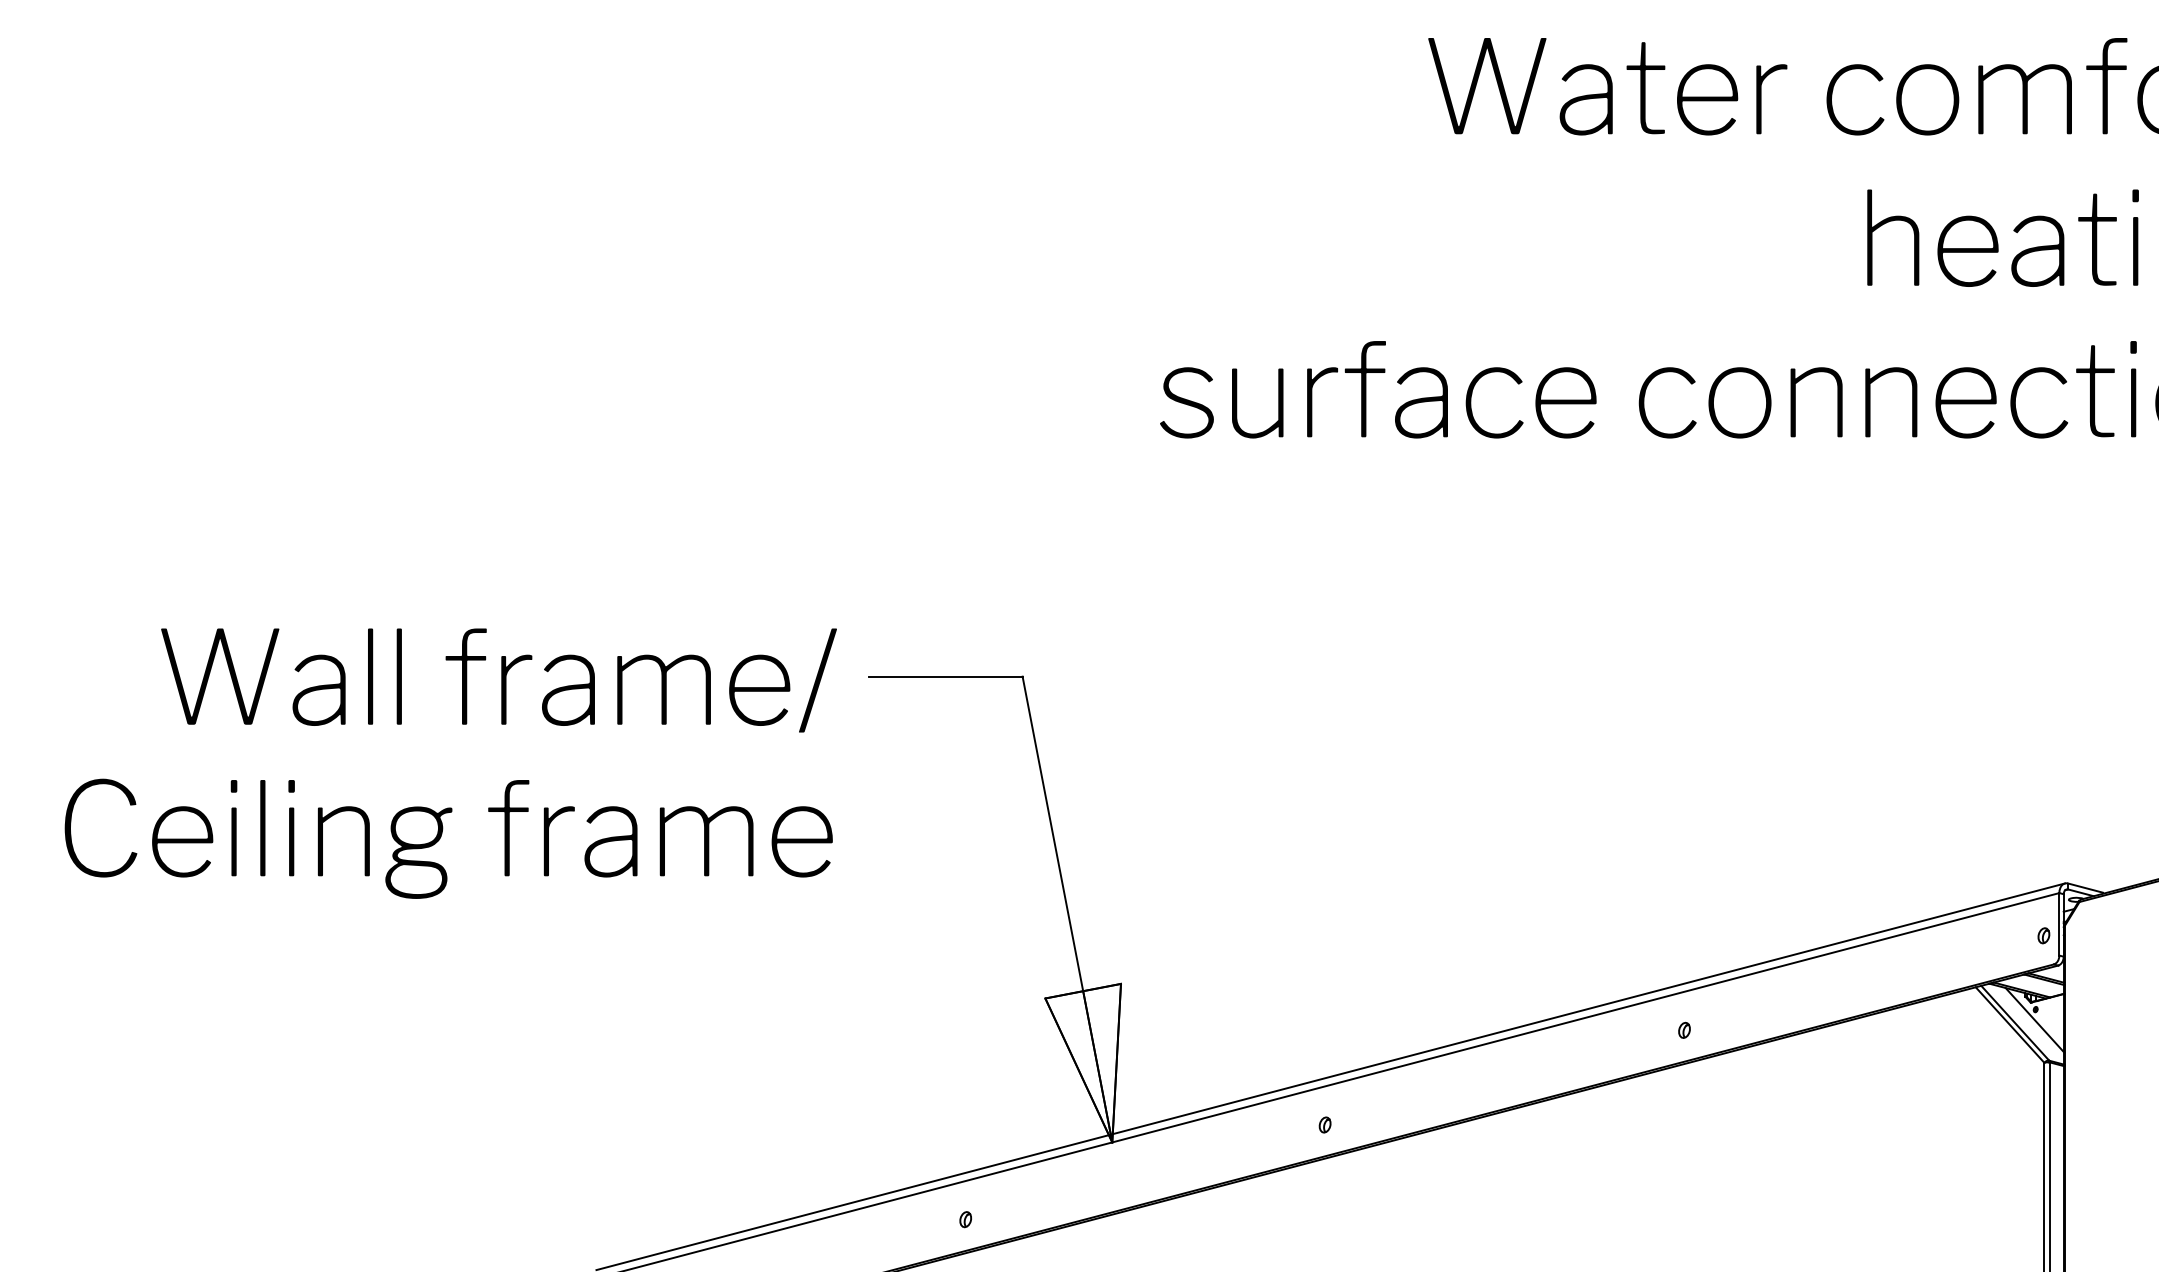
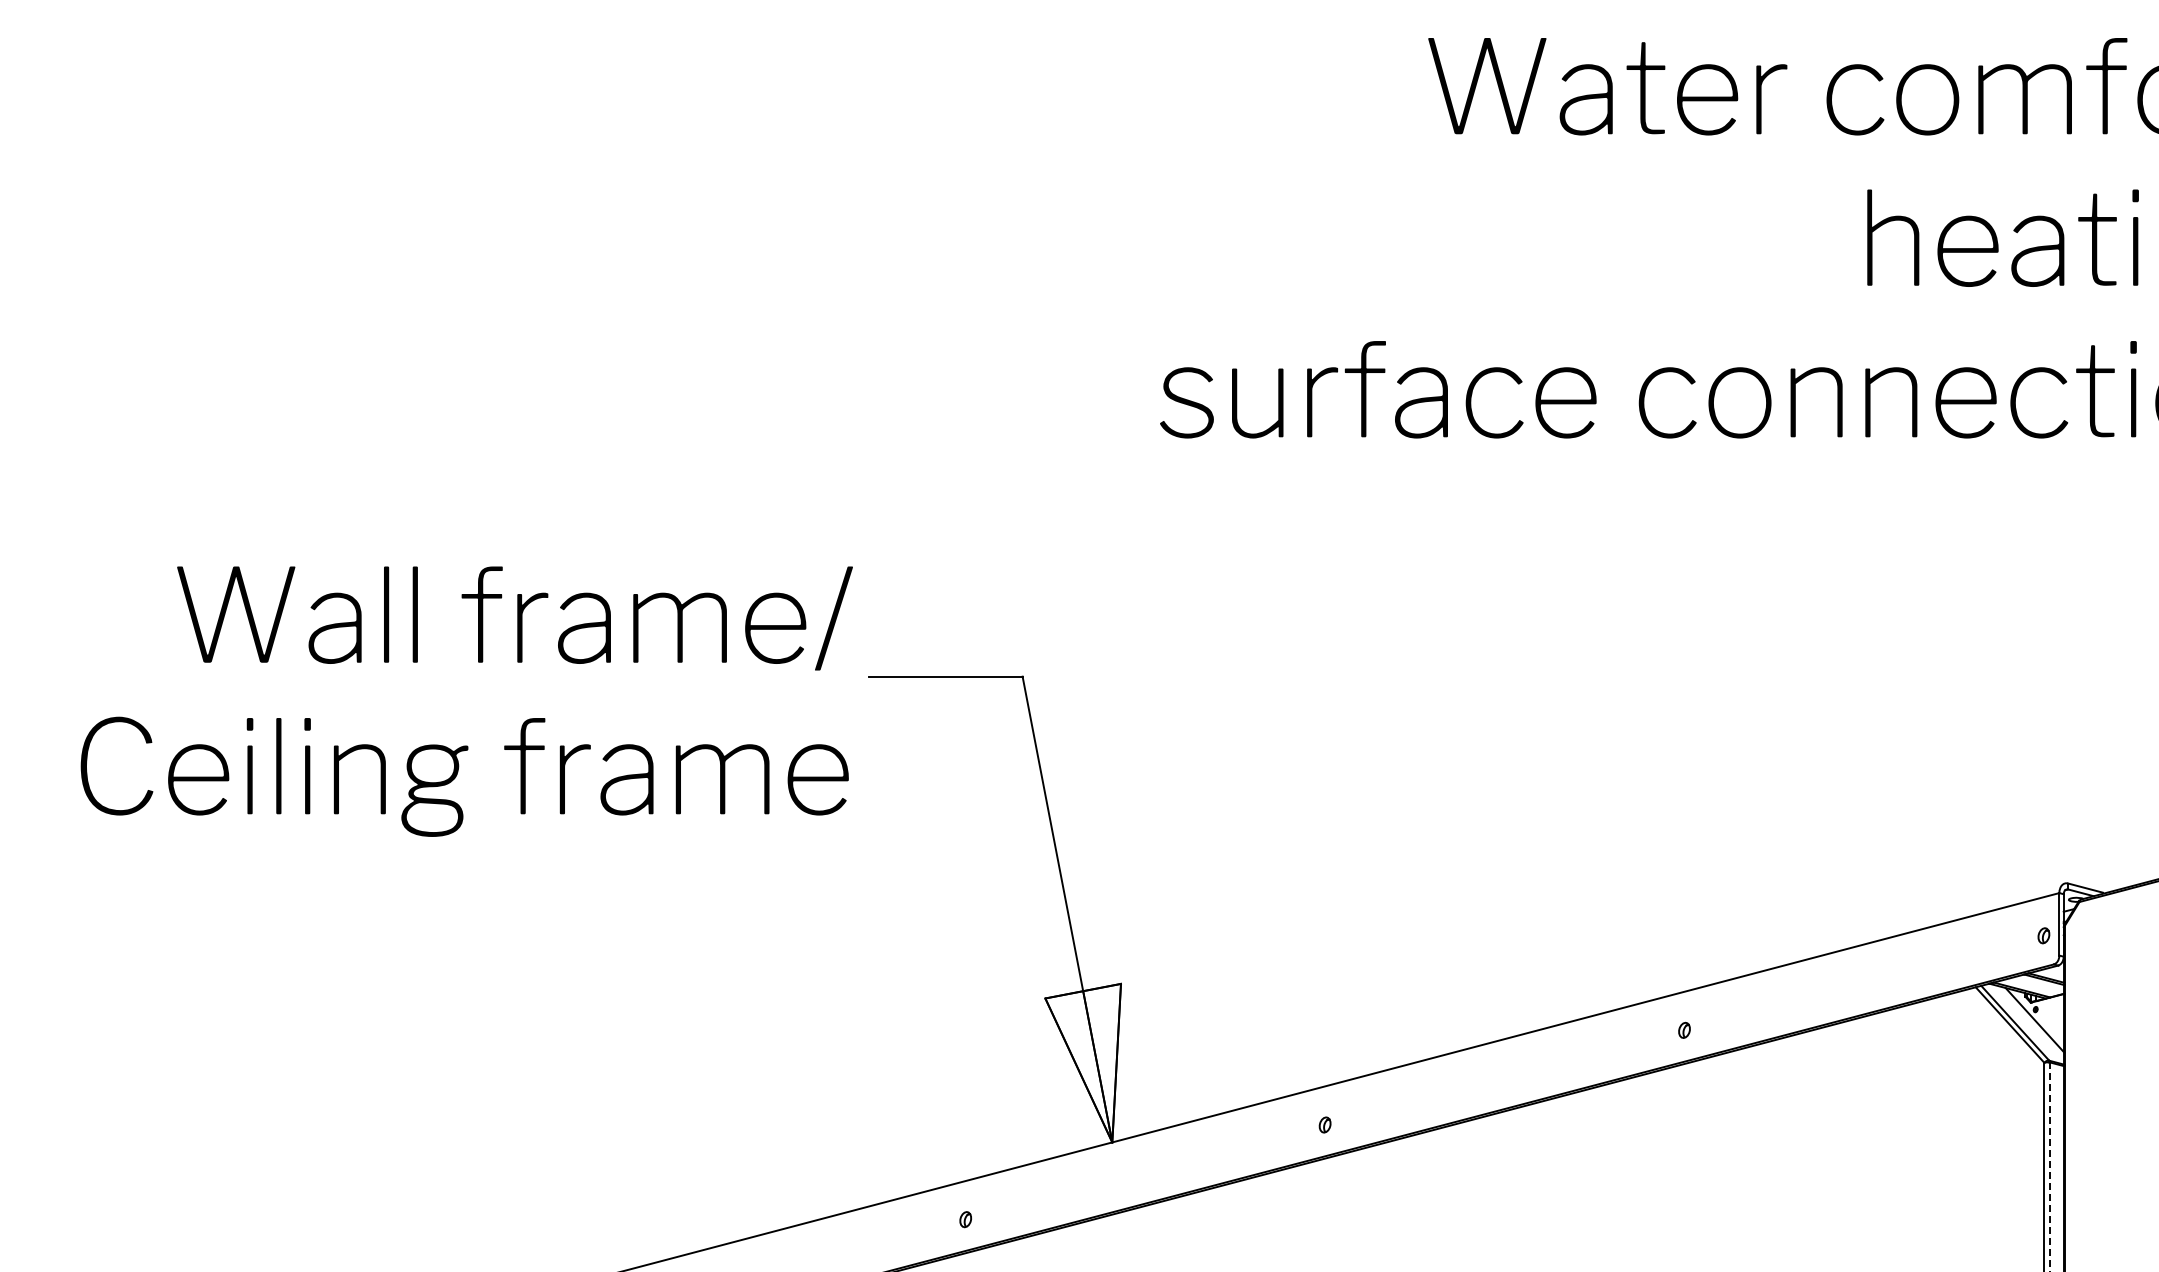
text at (450, 763) position: (450, 763) -> (466, 701)
line at (1332, 1075): present -> none
line at (2049, 1167): solid -> dashed
